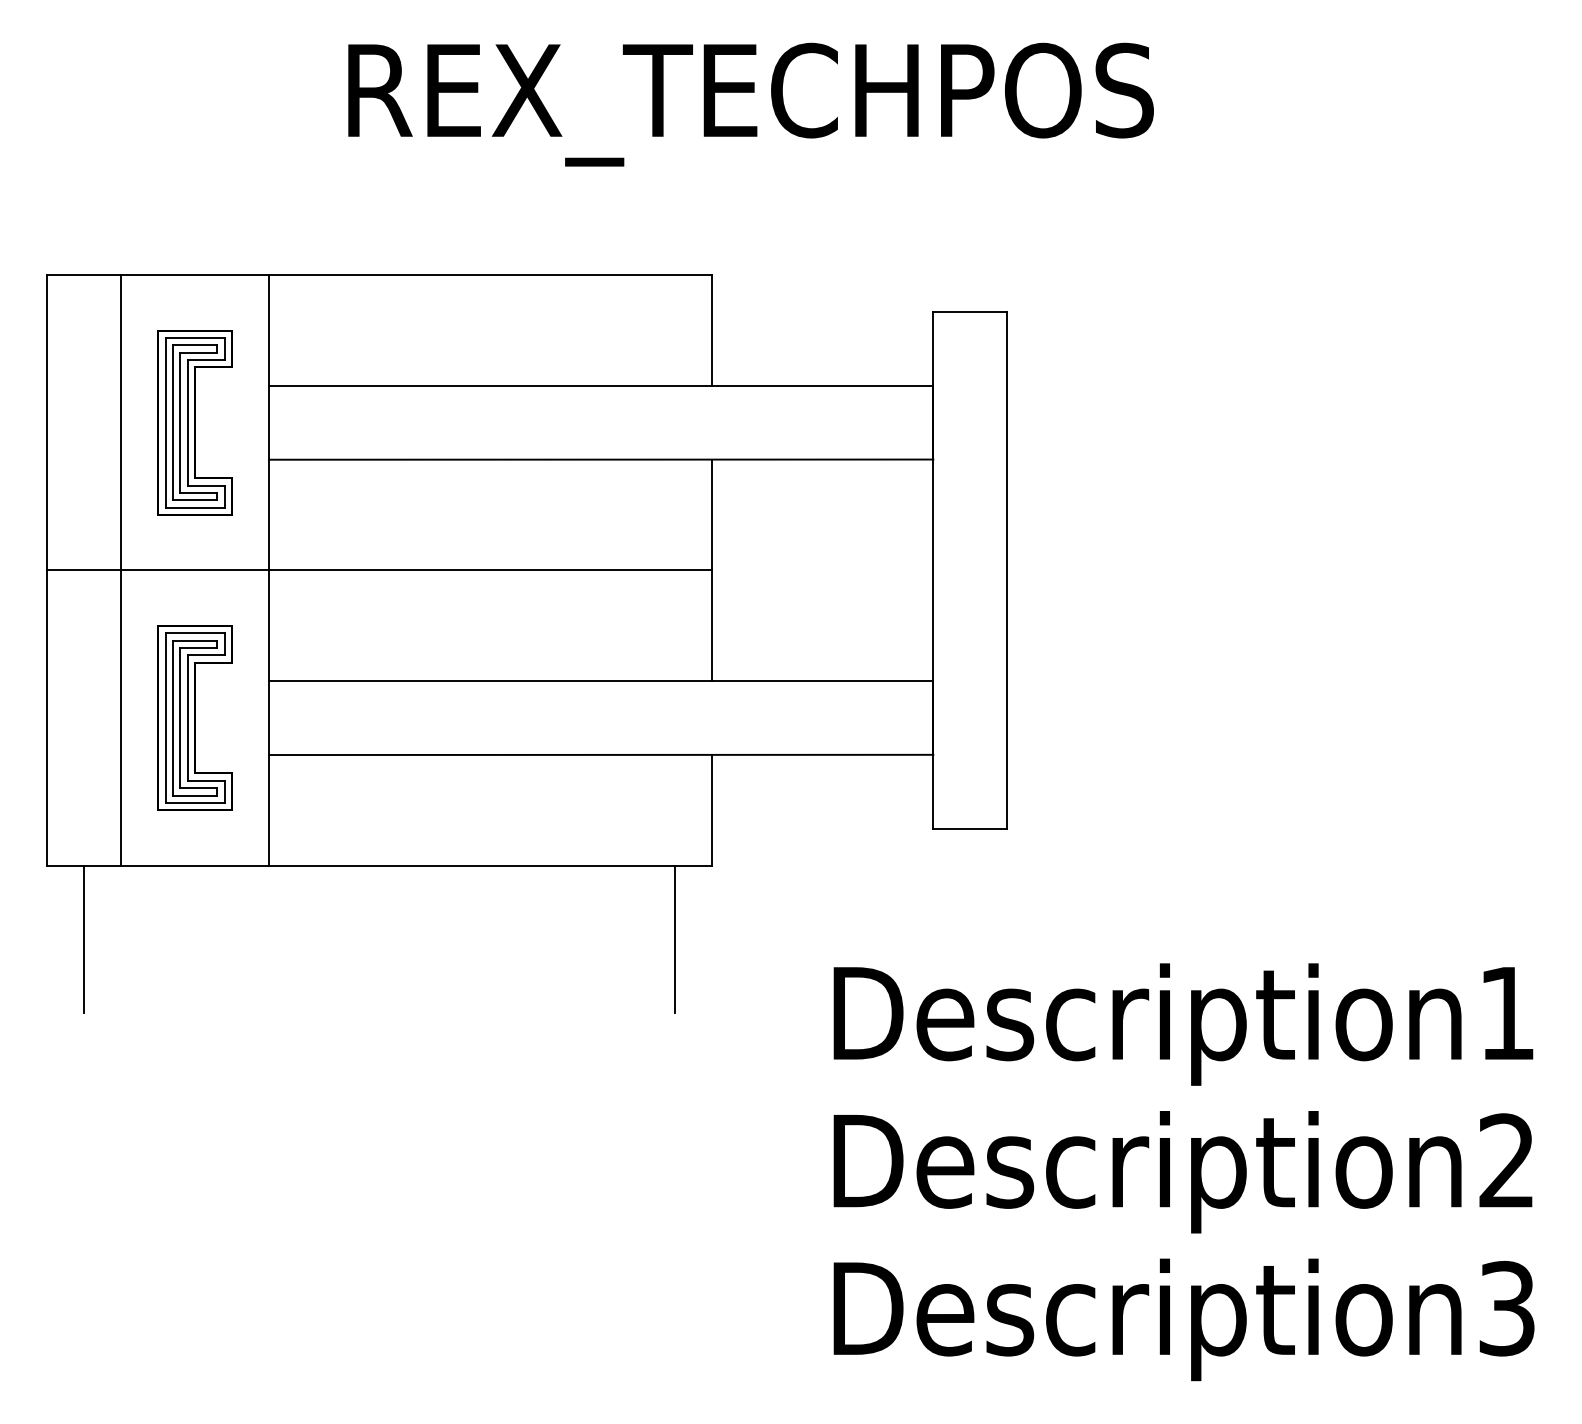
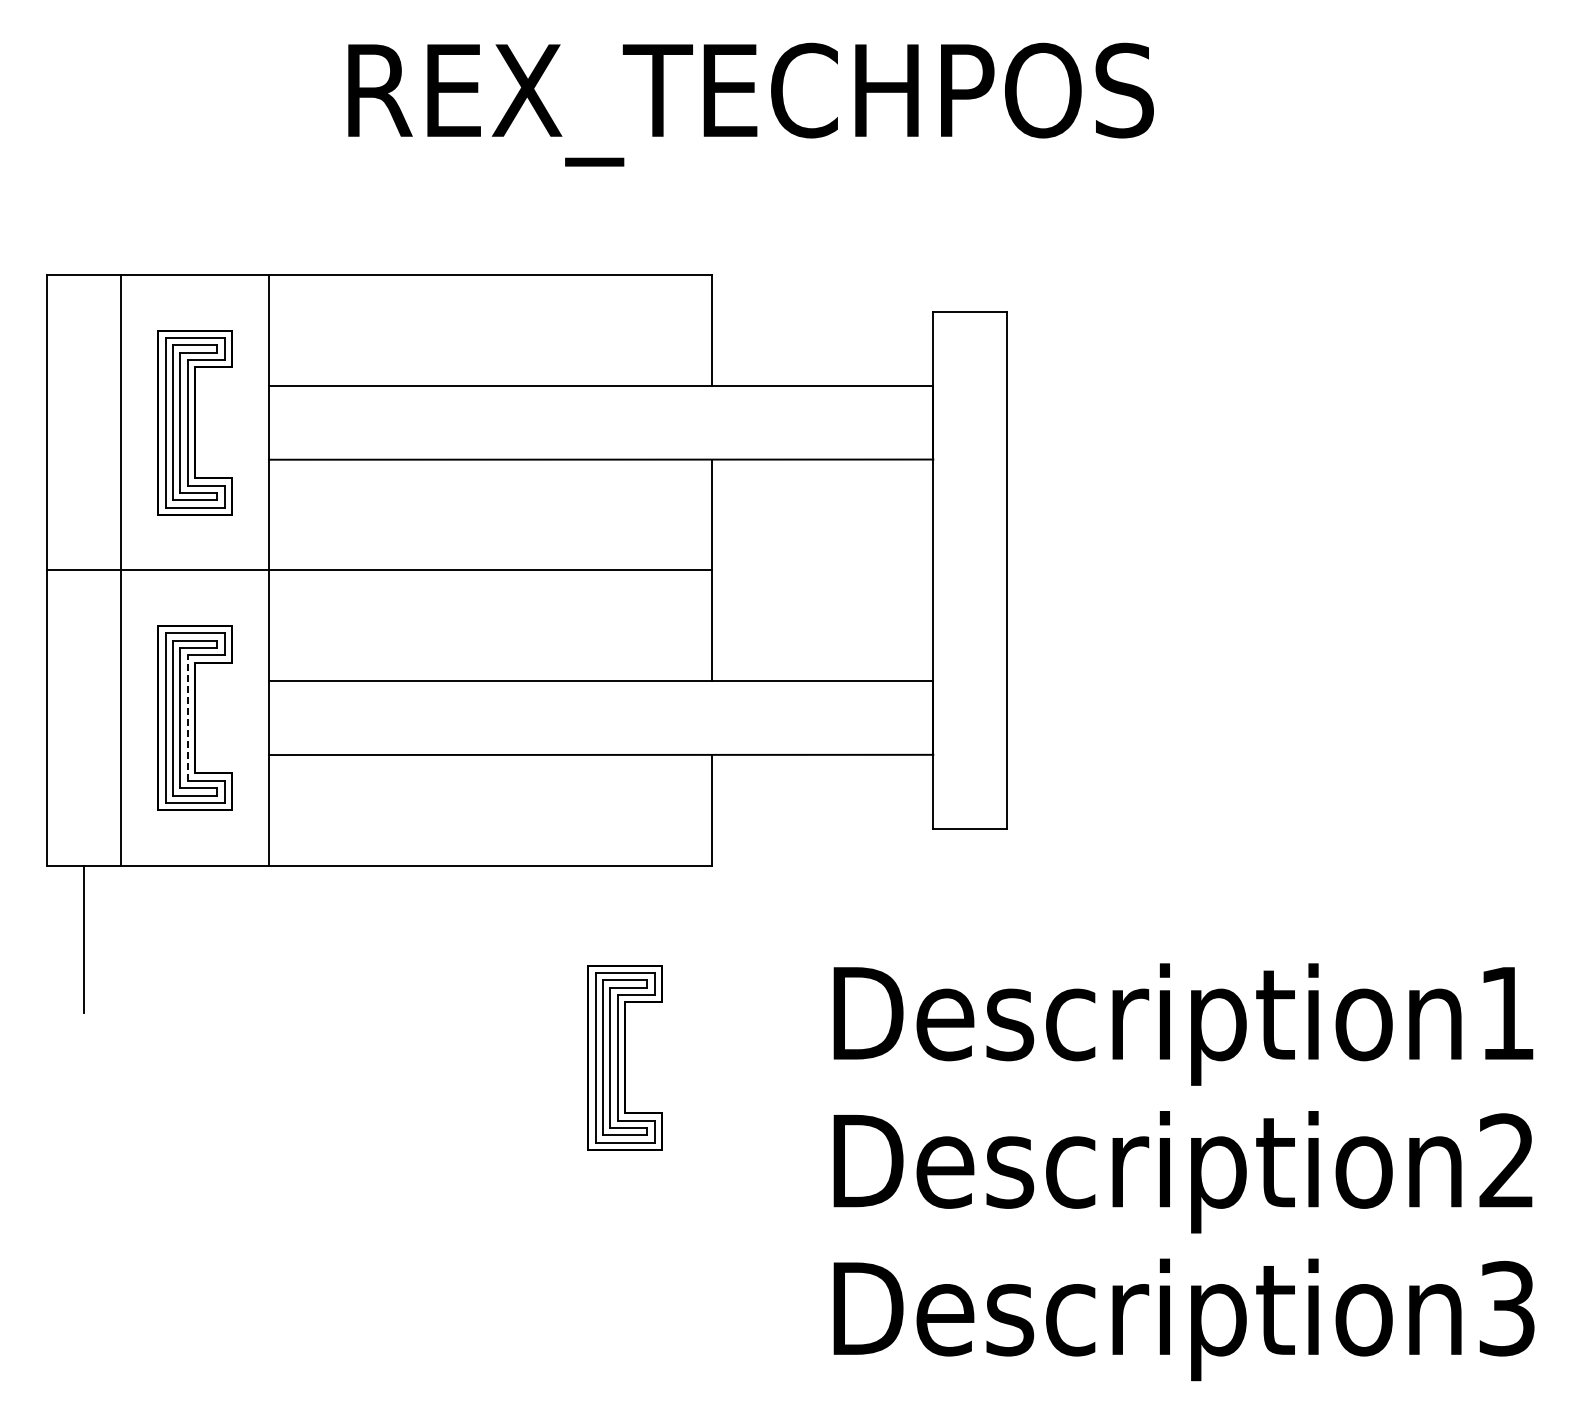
line at (187, 718): solid -> dashed
line at (674, 939): present -> none
part at (624, 1057): none -> present
